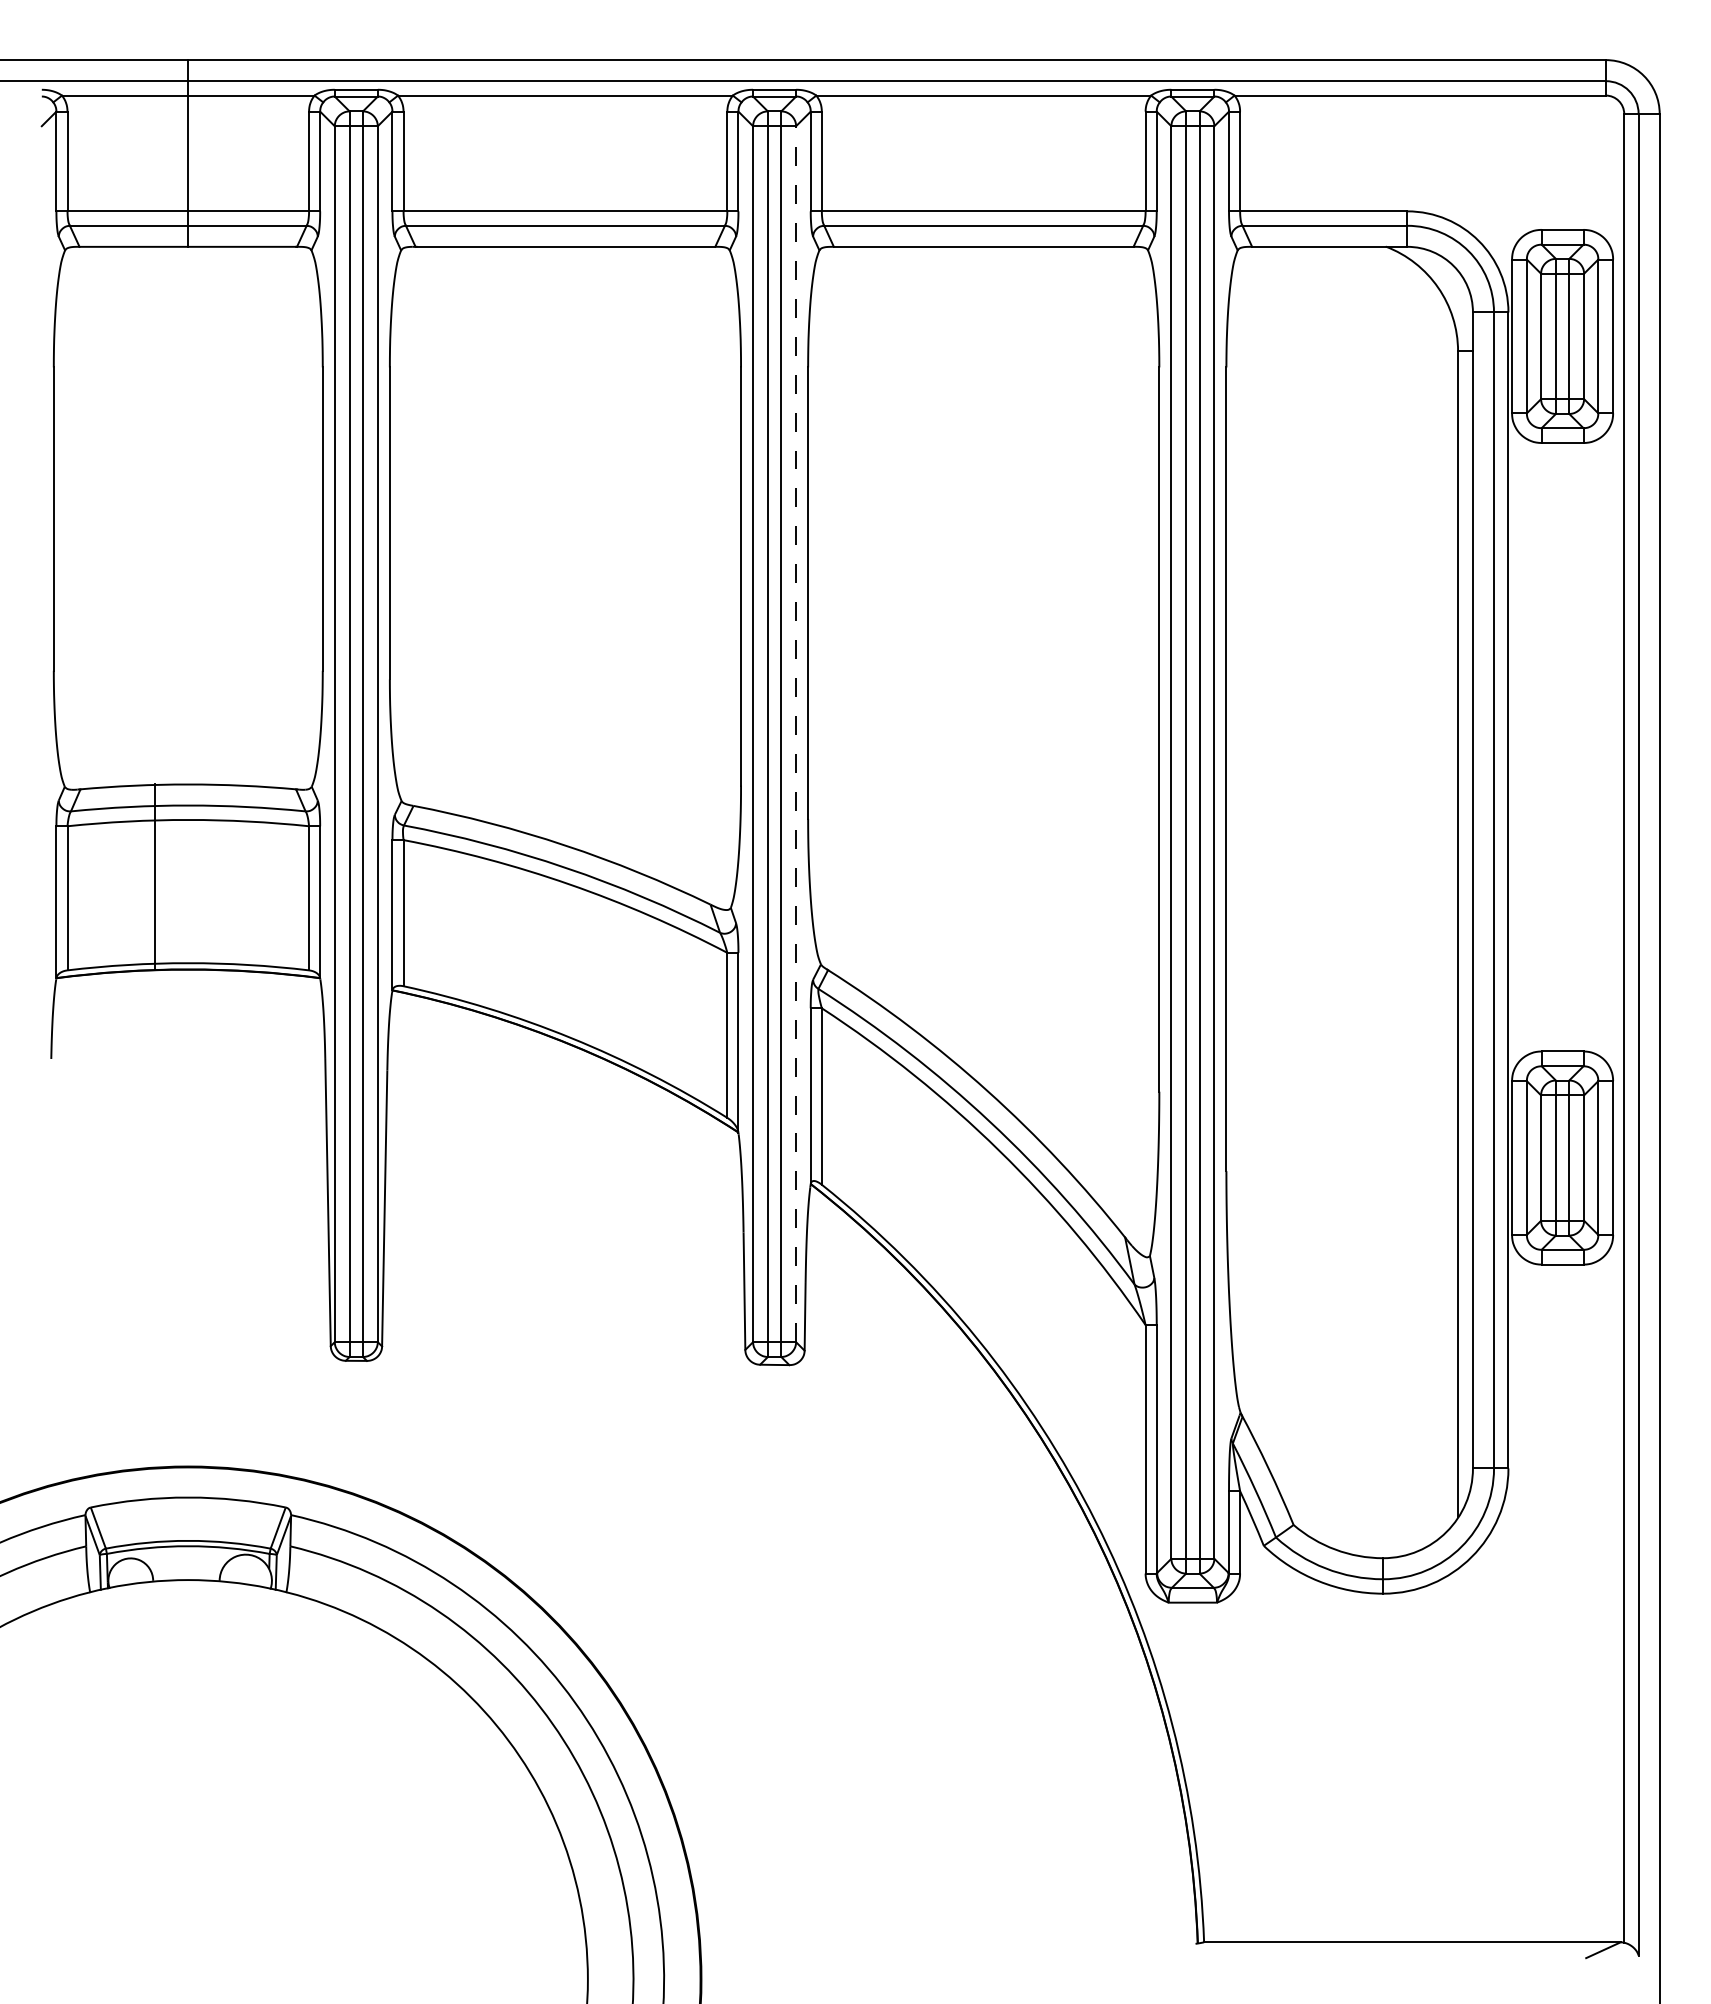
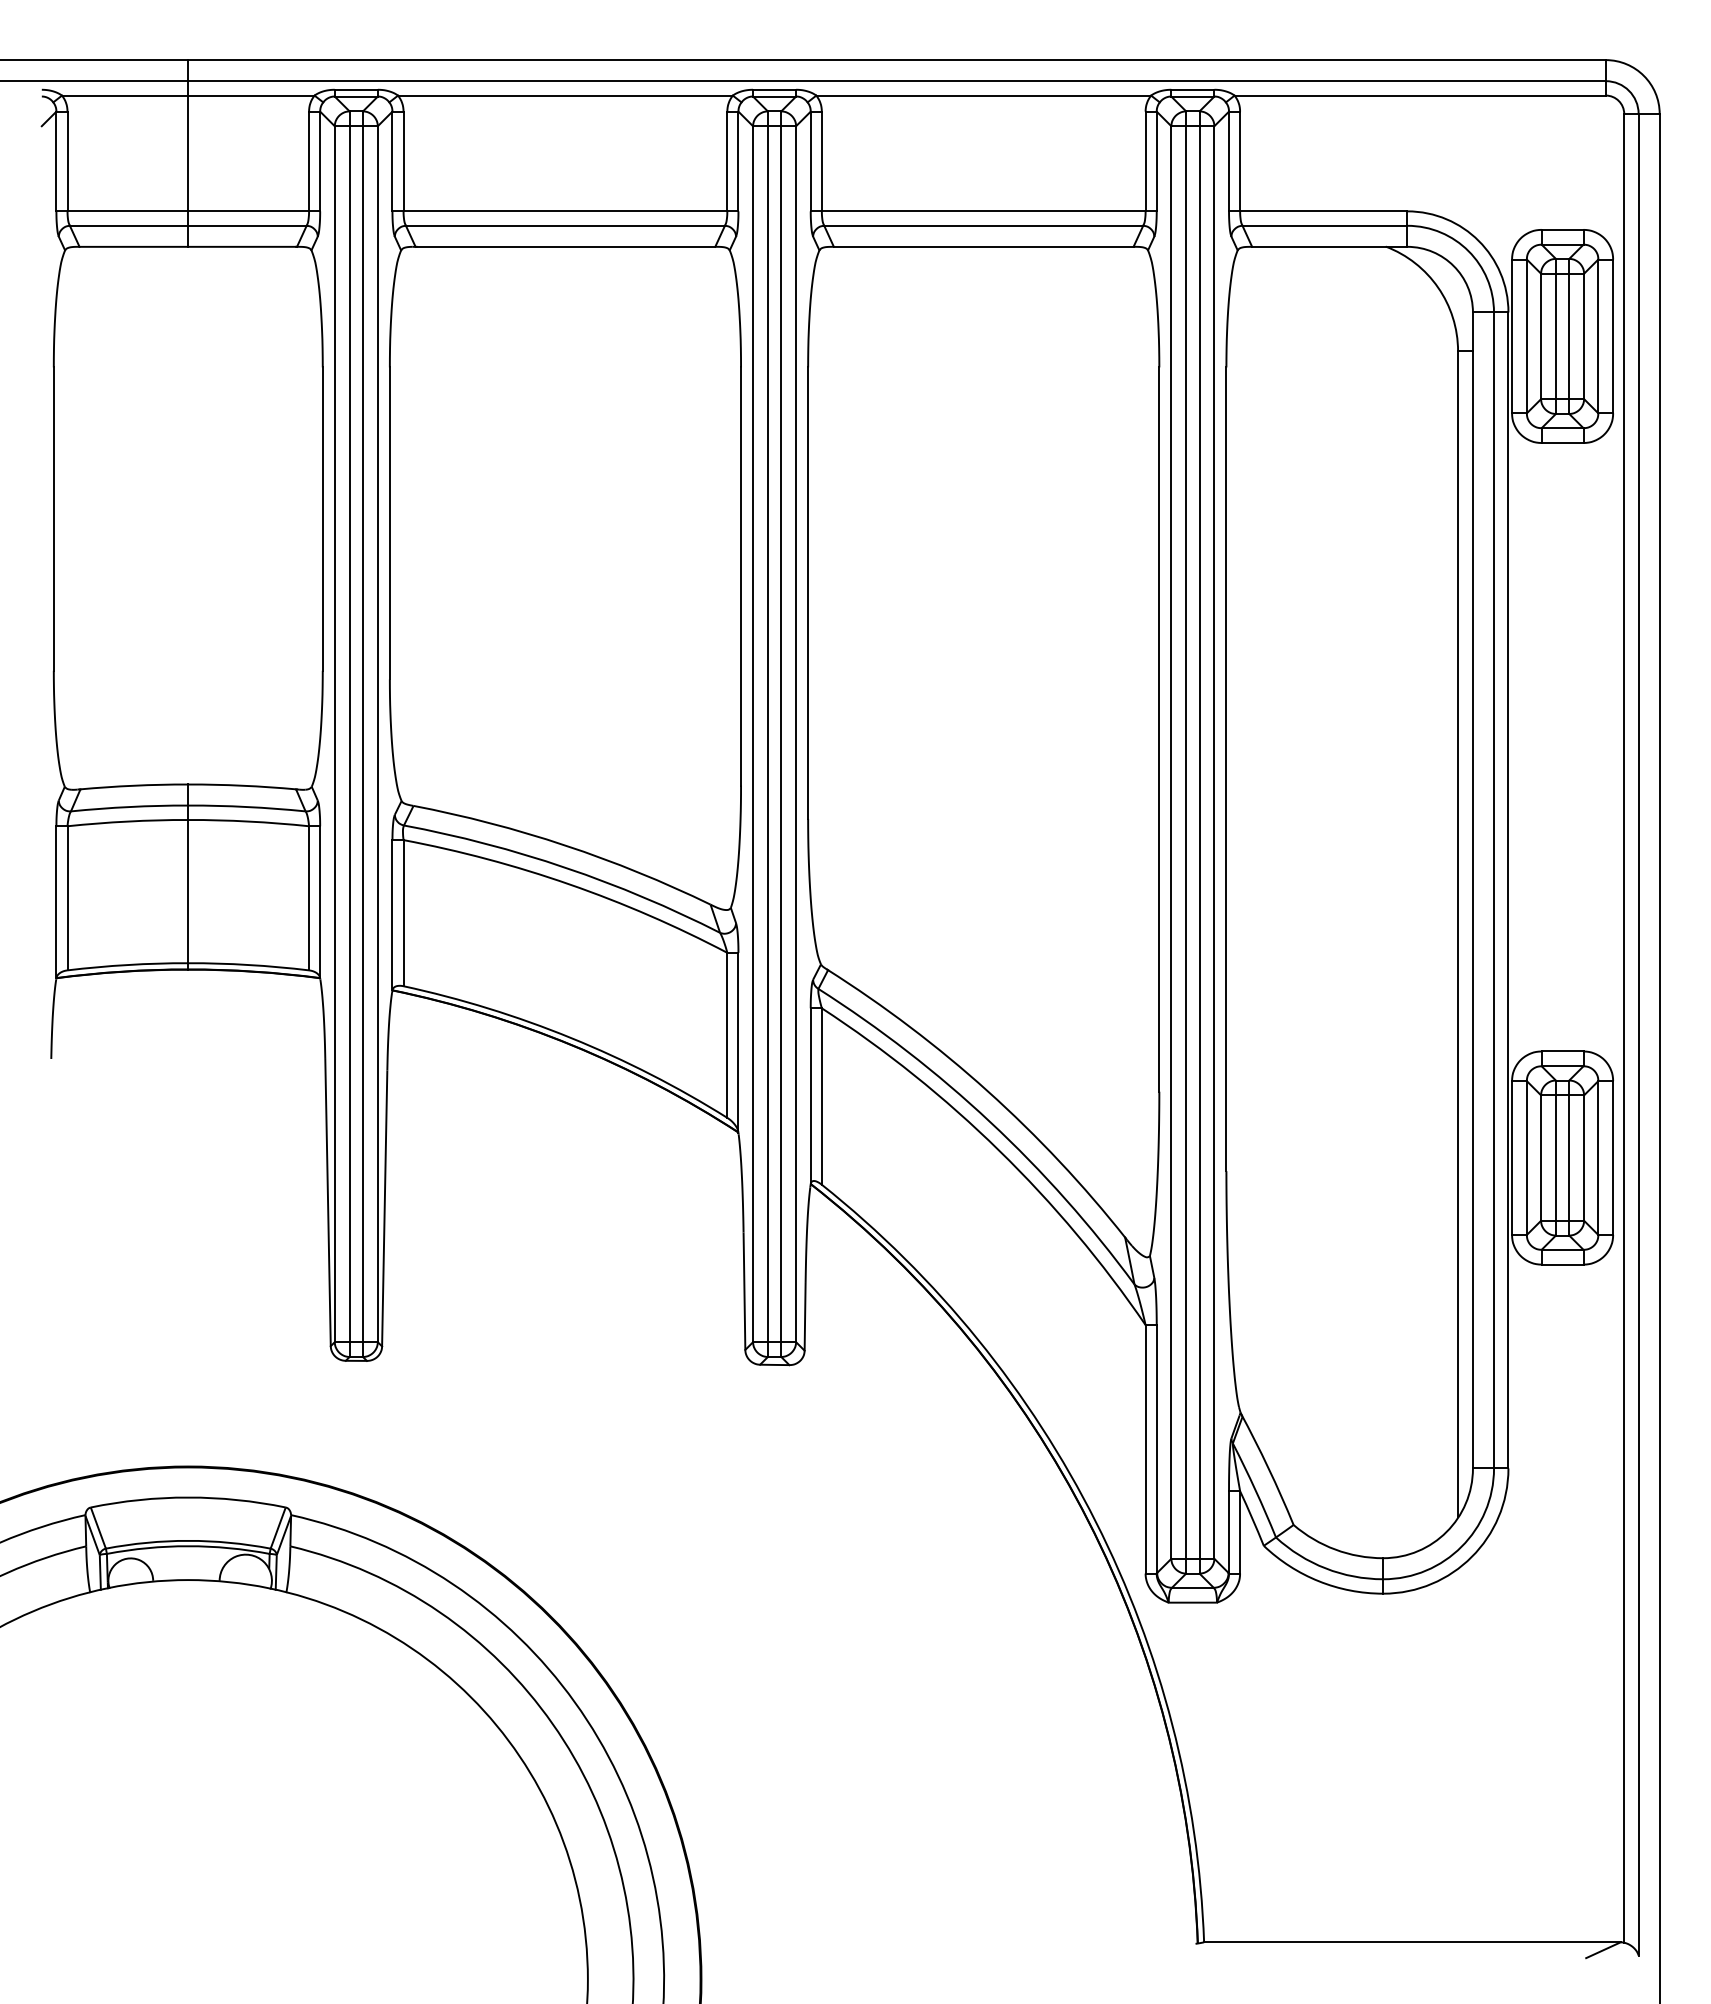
line at (796, 734): dashed -> solid
line at (155, 876) position: (155, 876) -> (188, 876)
